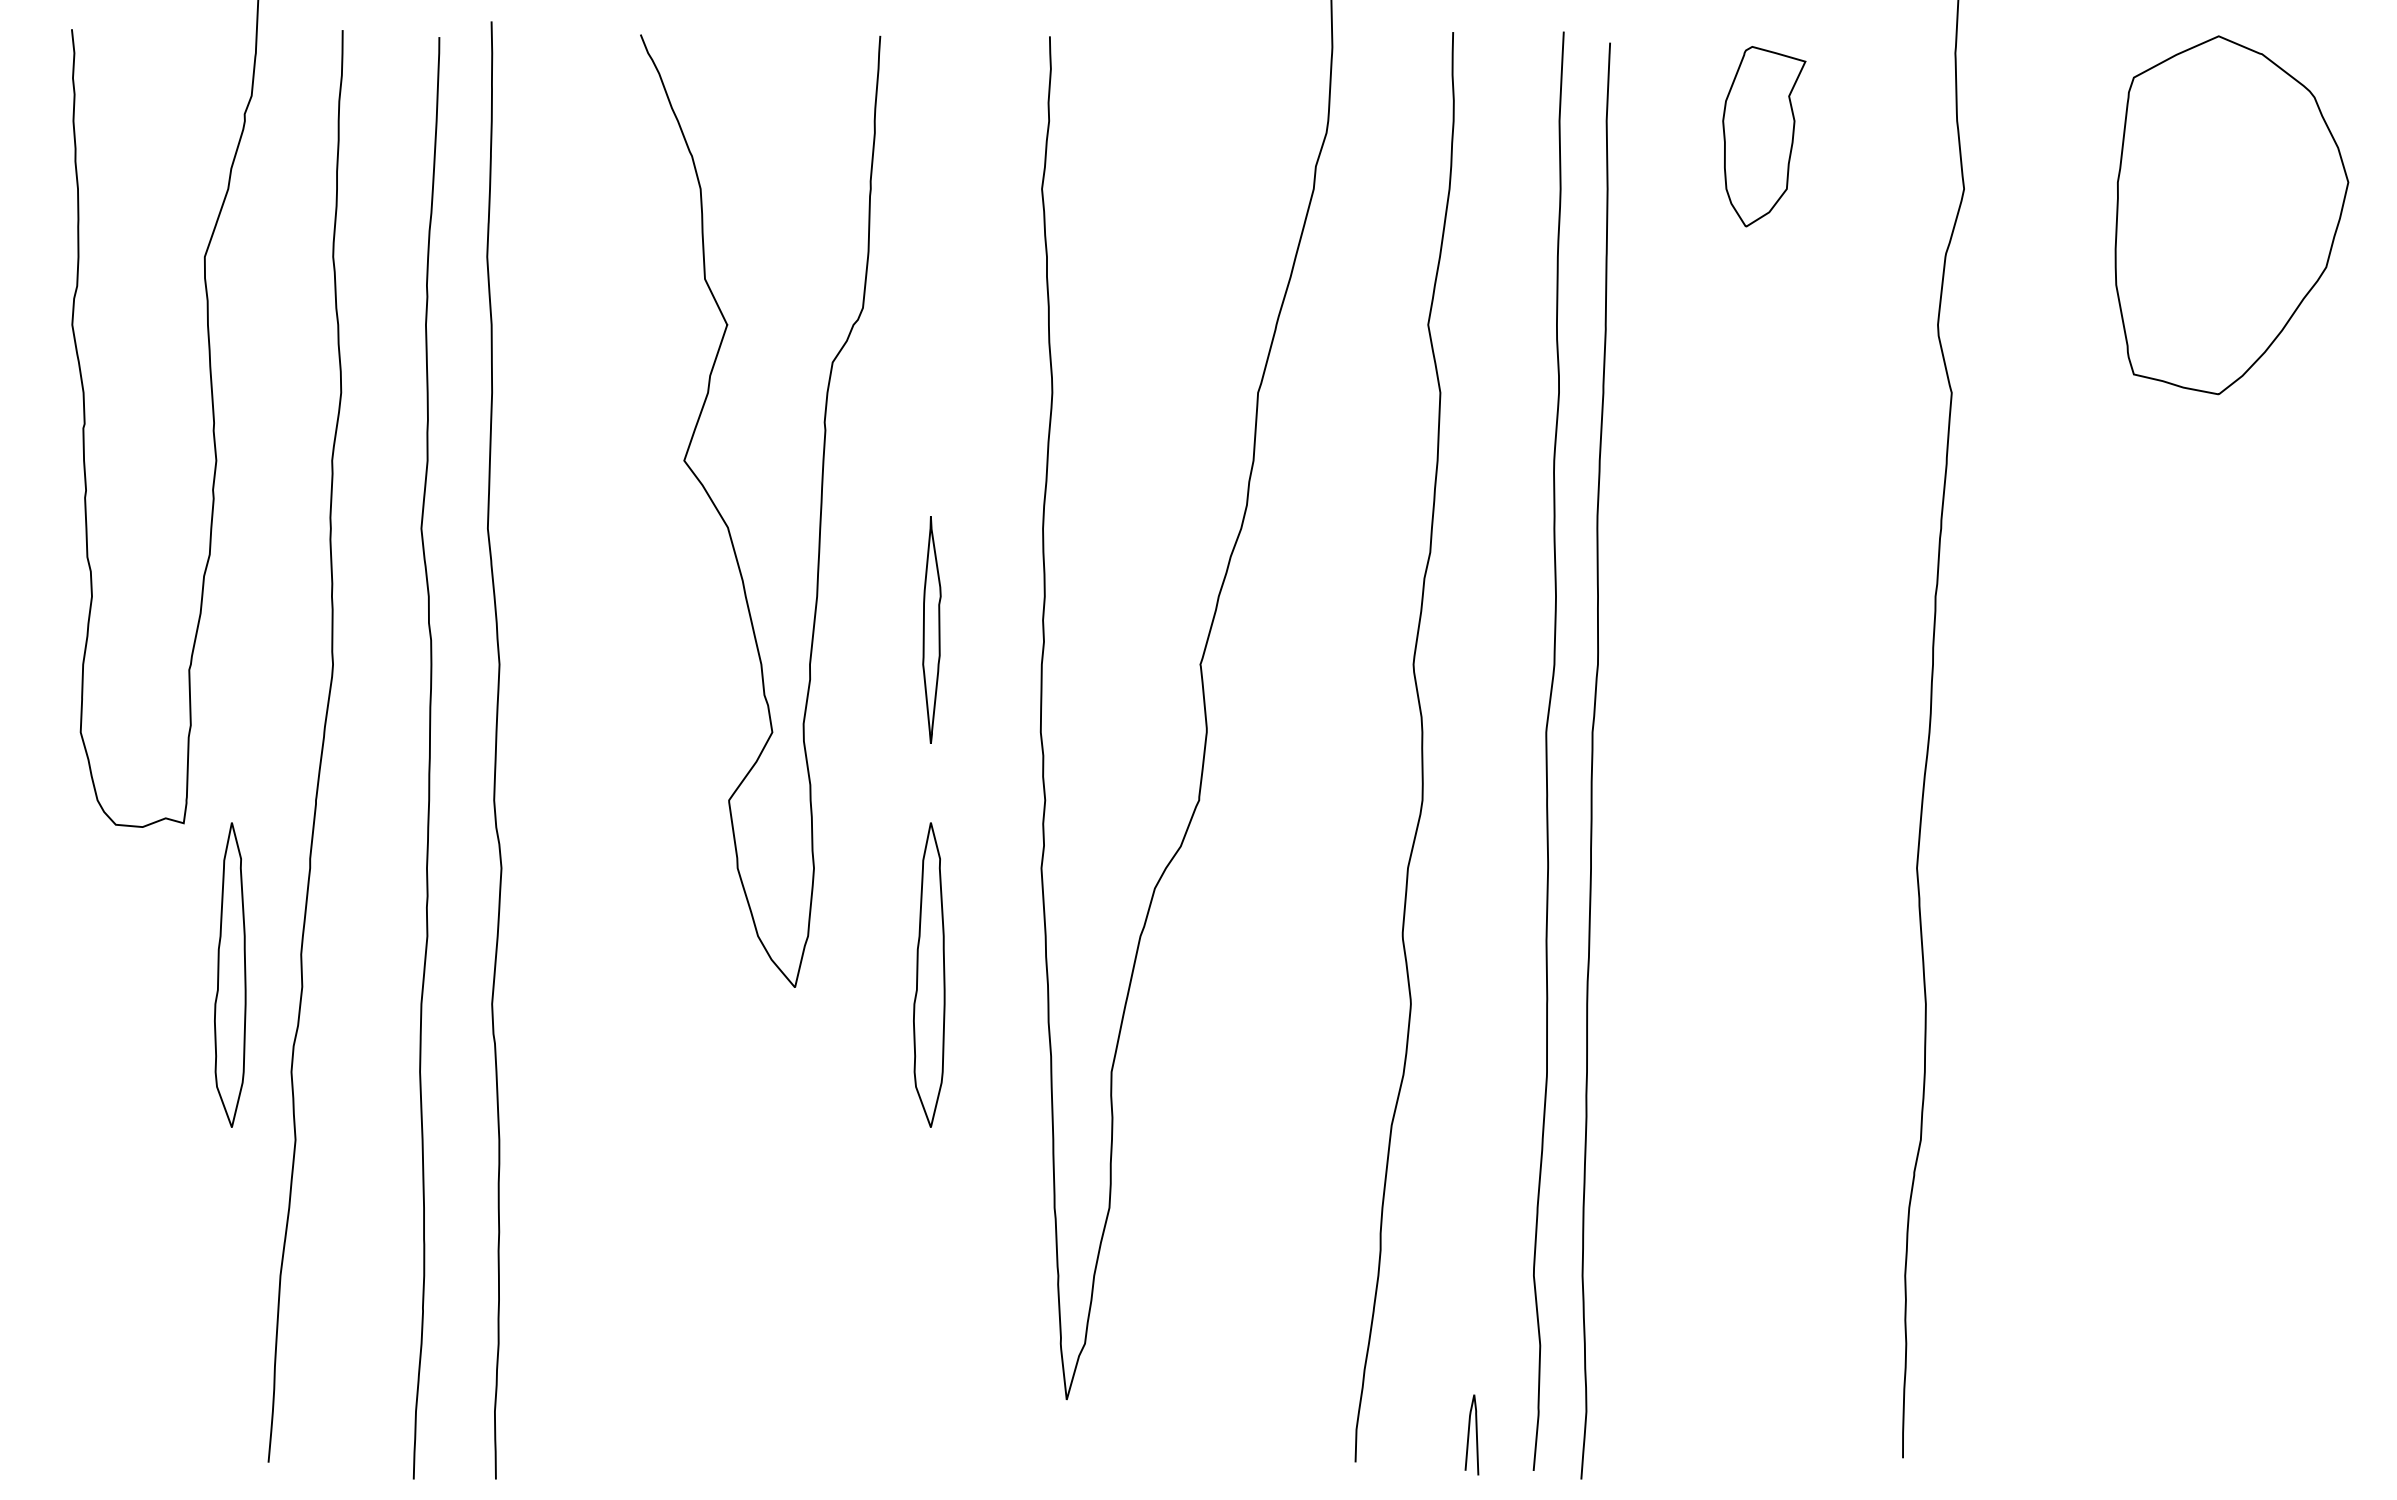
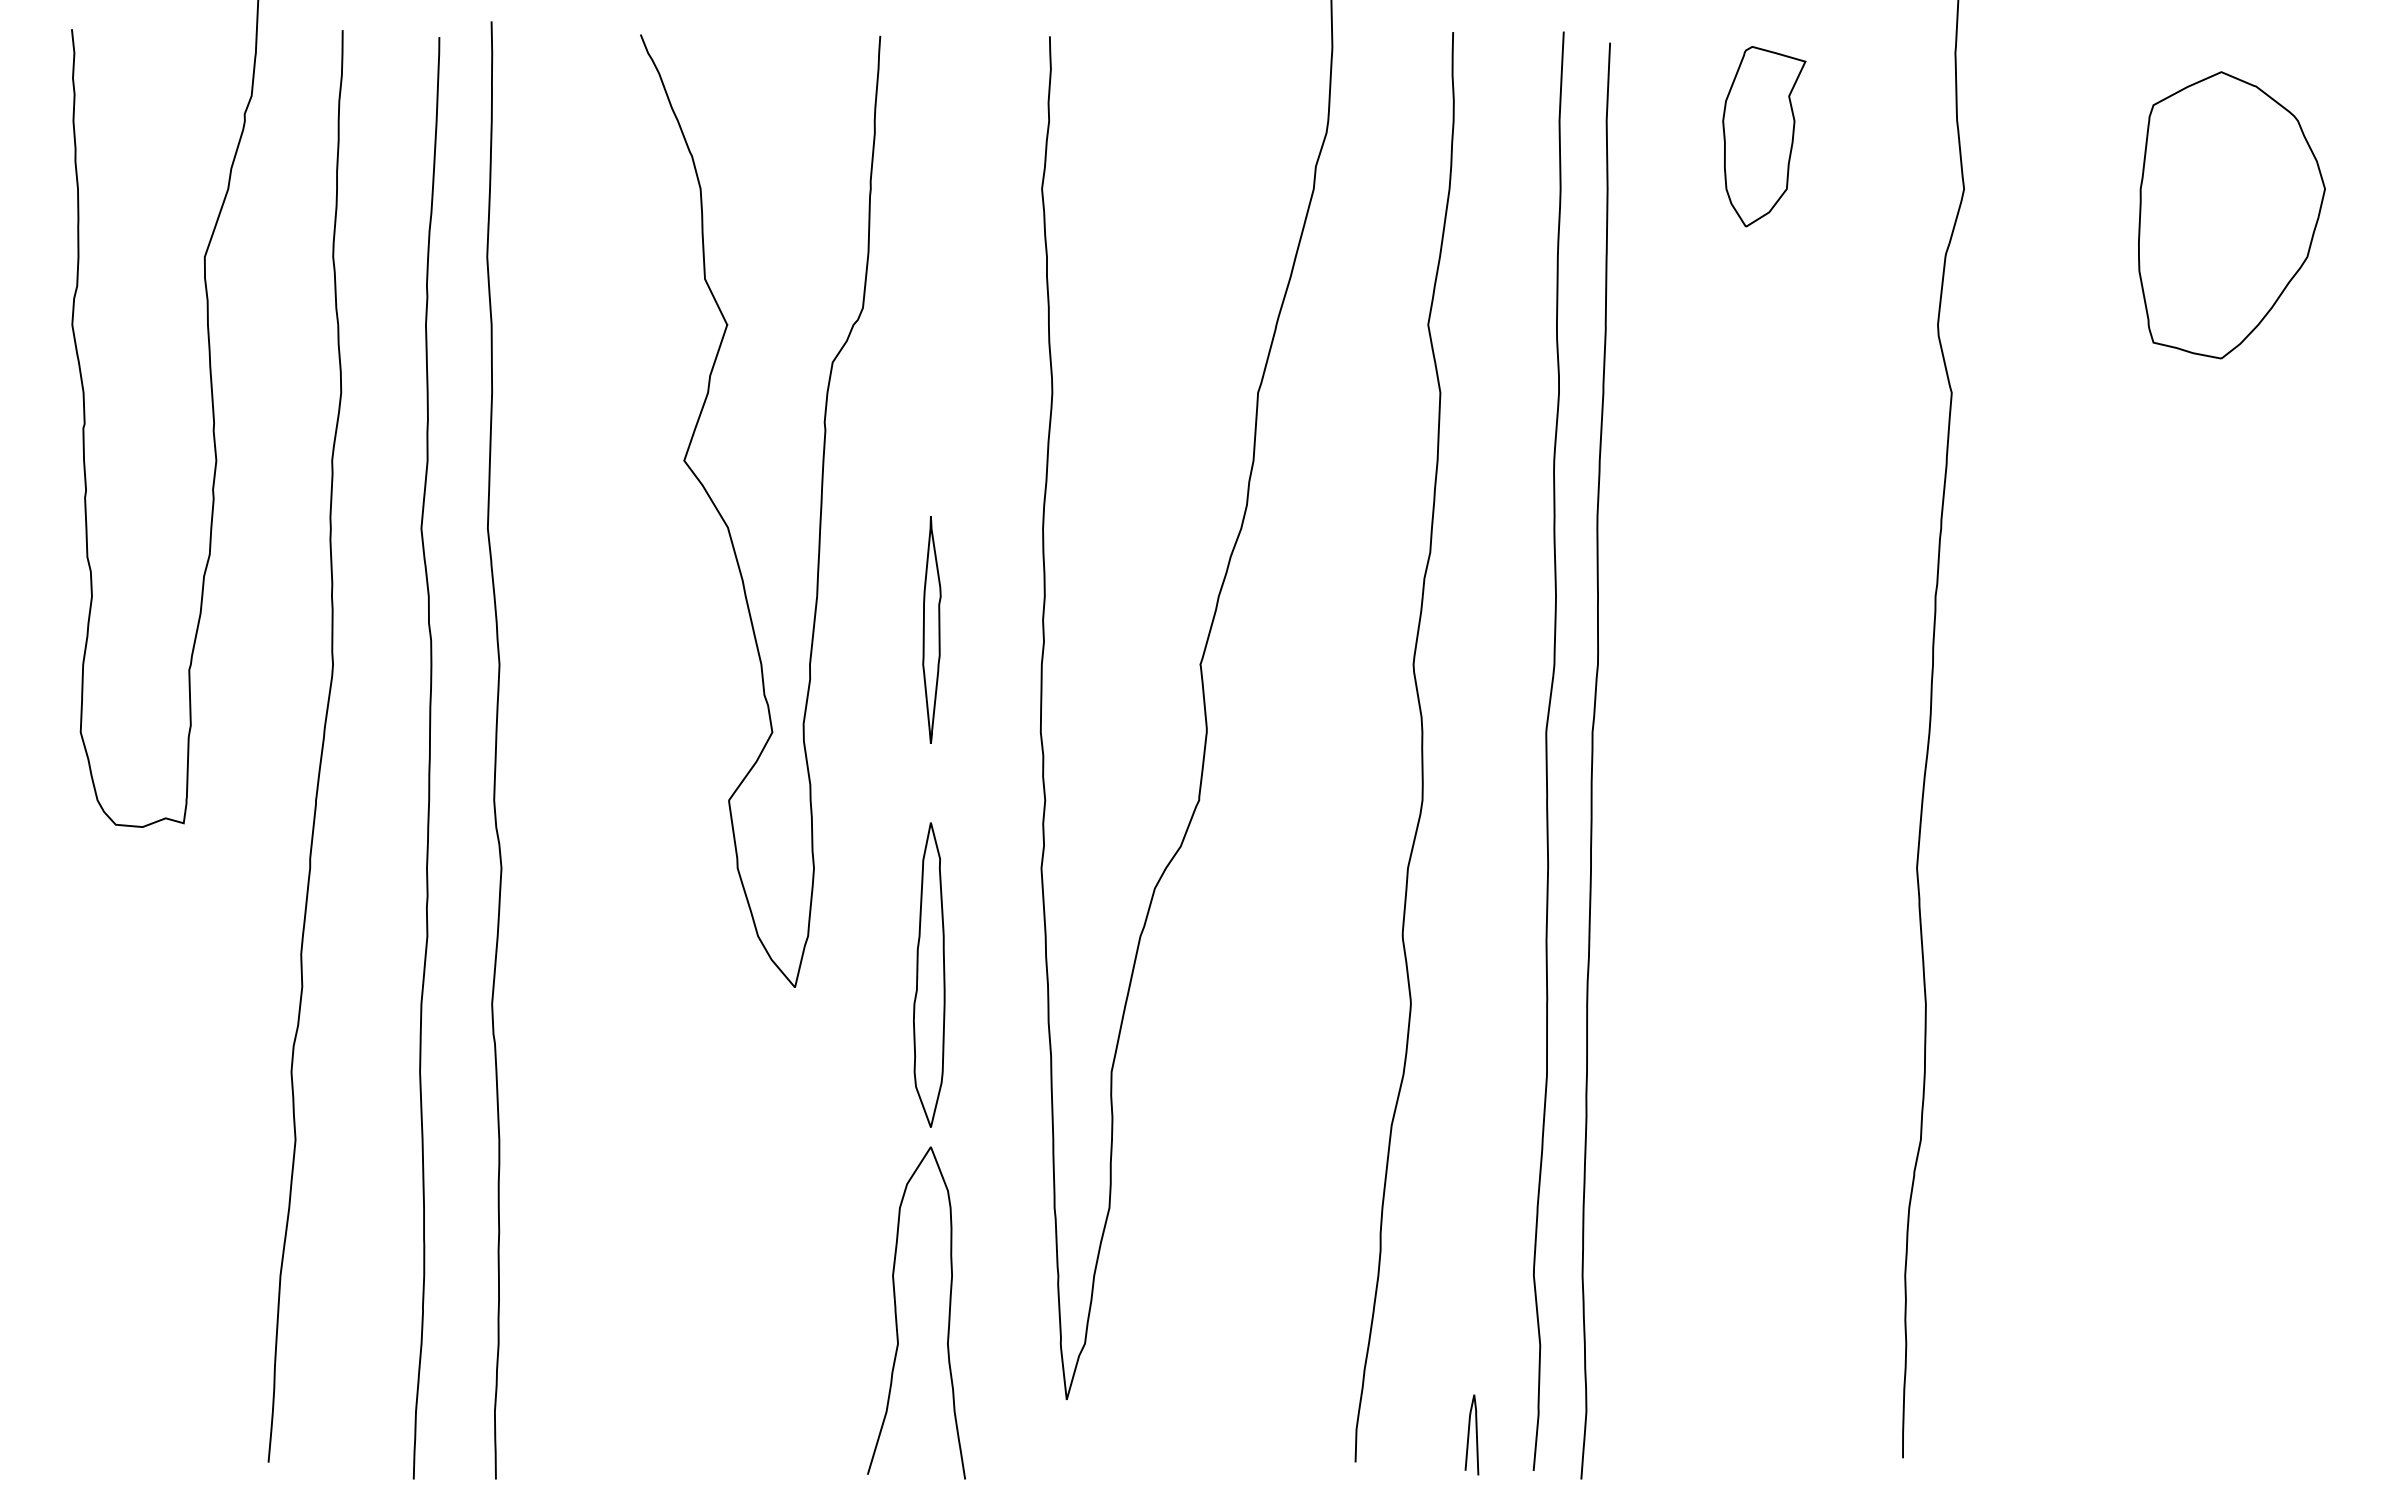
part at (2231, 215) size: 236x361 px -> 188x289 px
part at (230, 974): present -> none
curve at (896, 1312): none -> present
